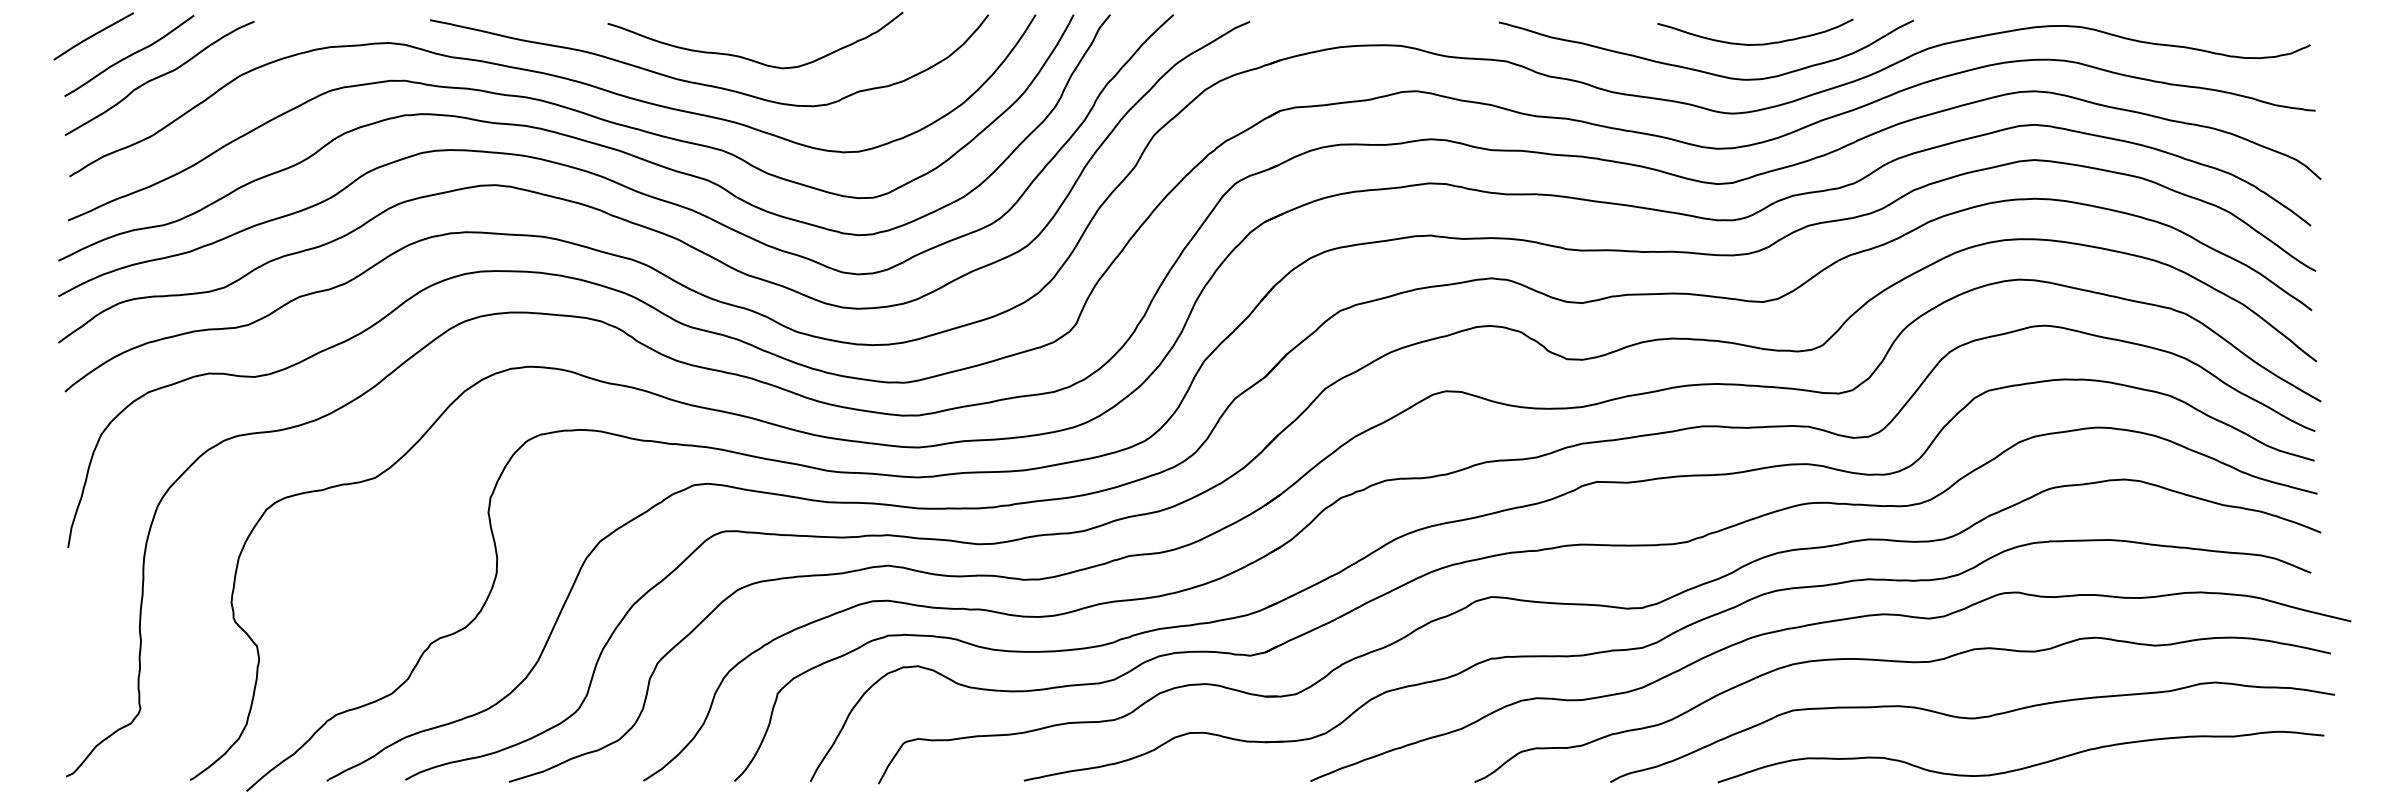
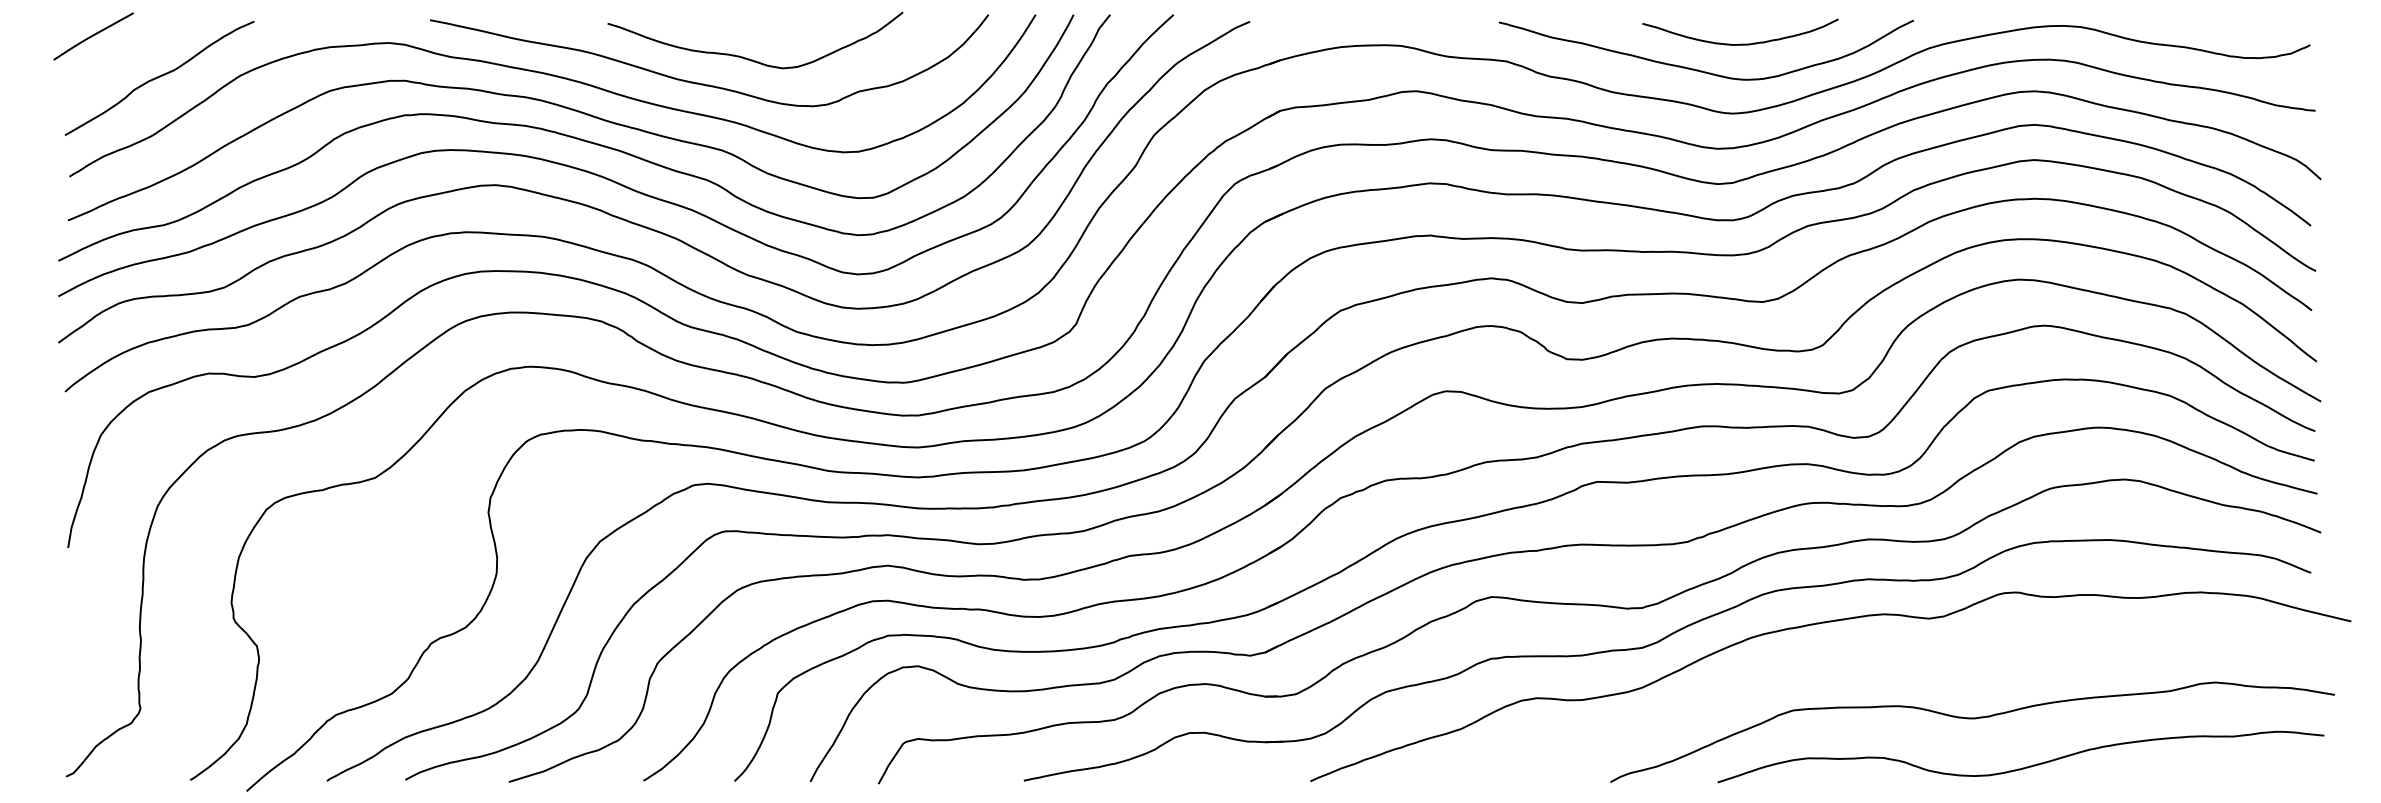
curve at (1755, 43) position: (1755, 43) -> (1740, 43)
curve at (129, 55): present -> none
curve at (1902, 662): present -> none
